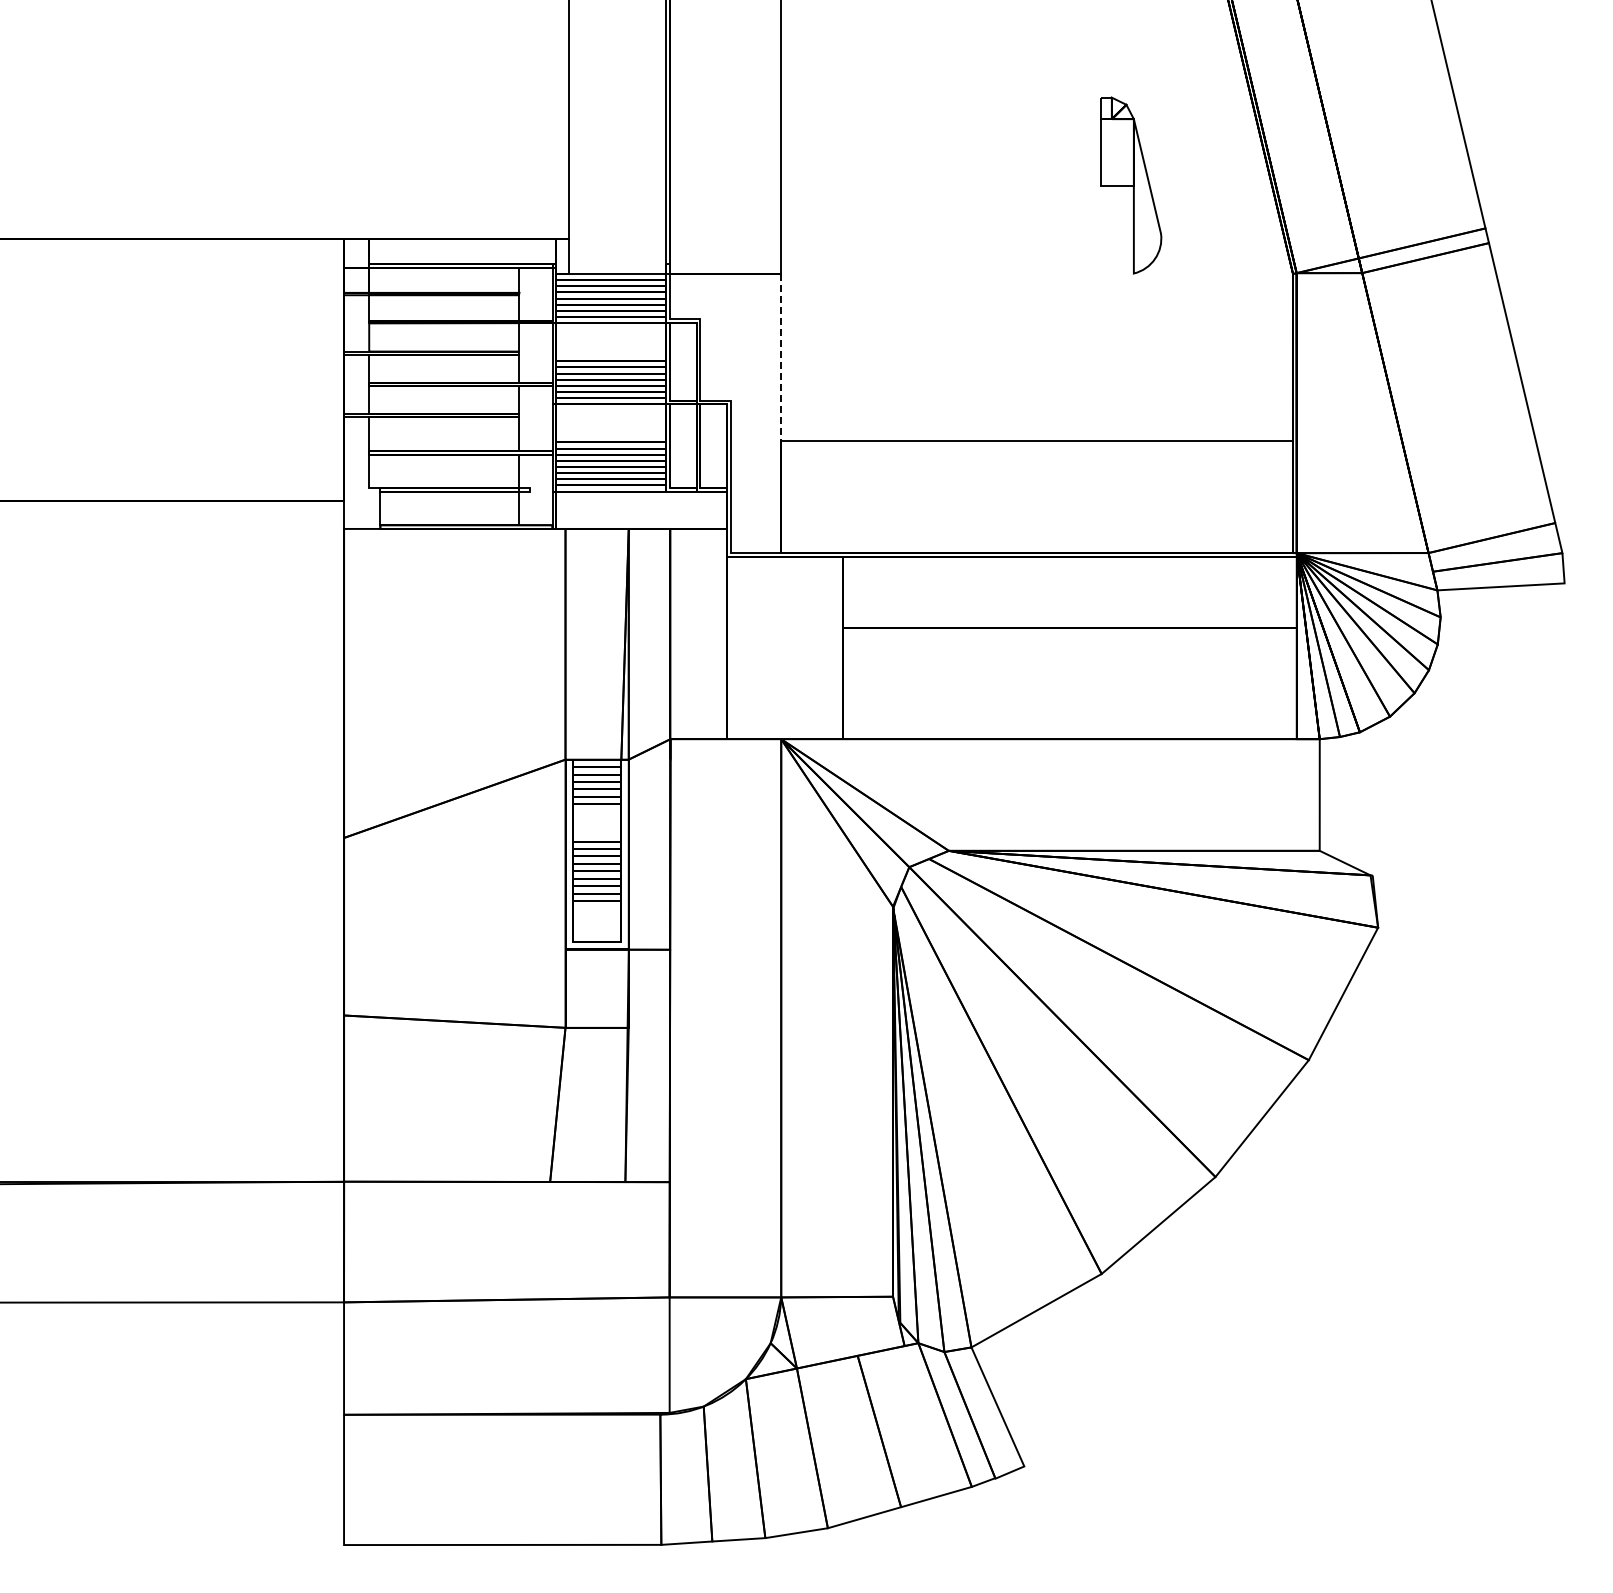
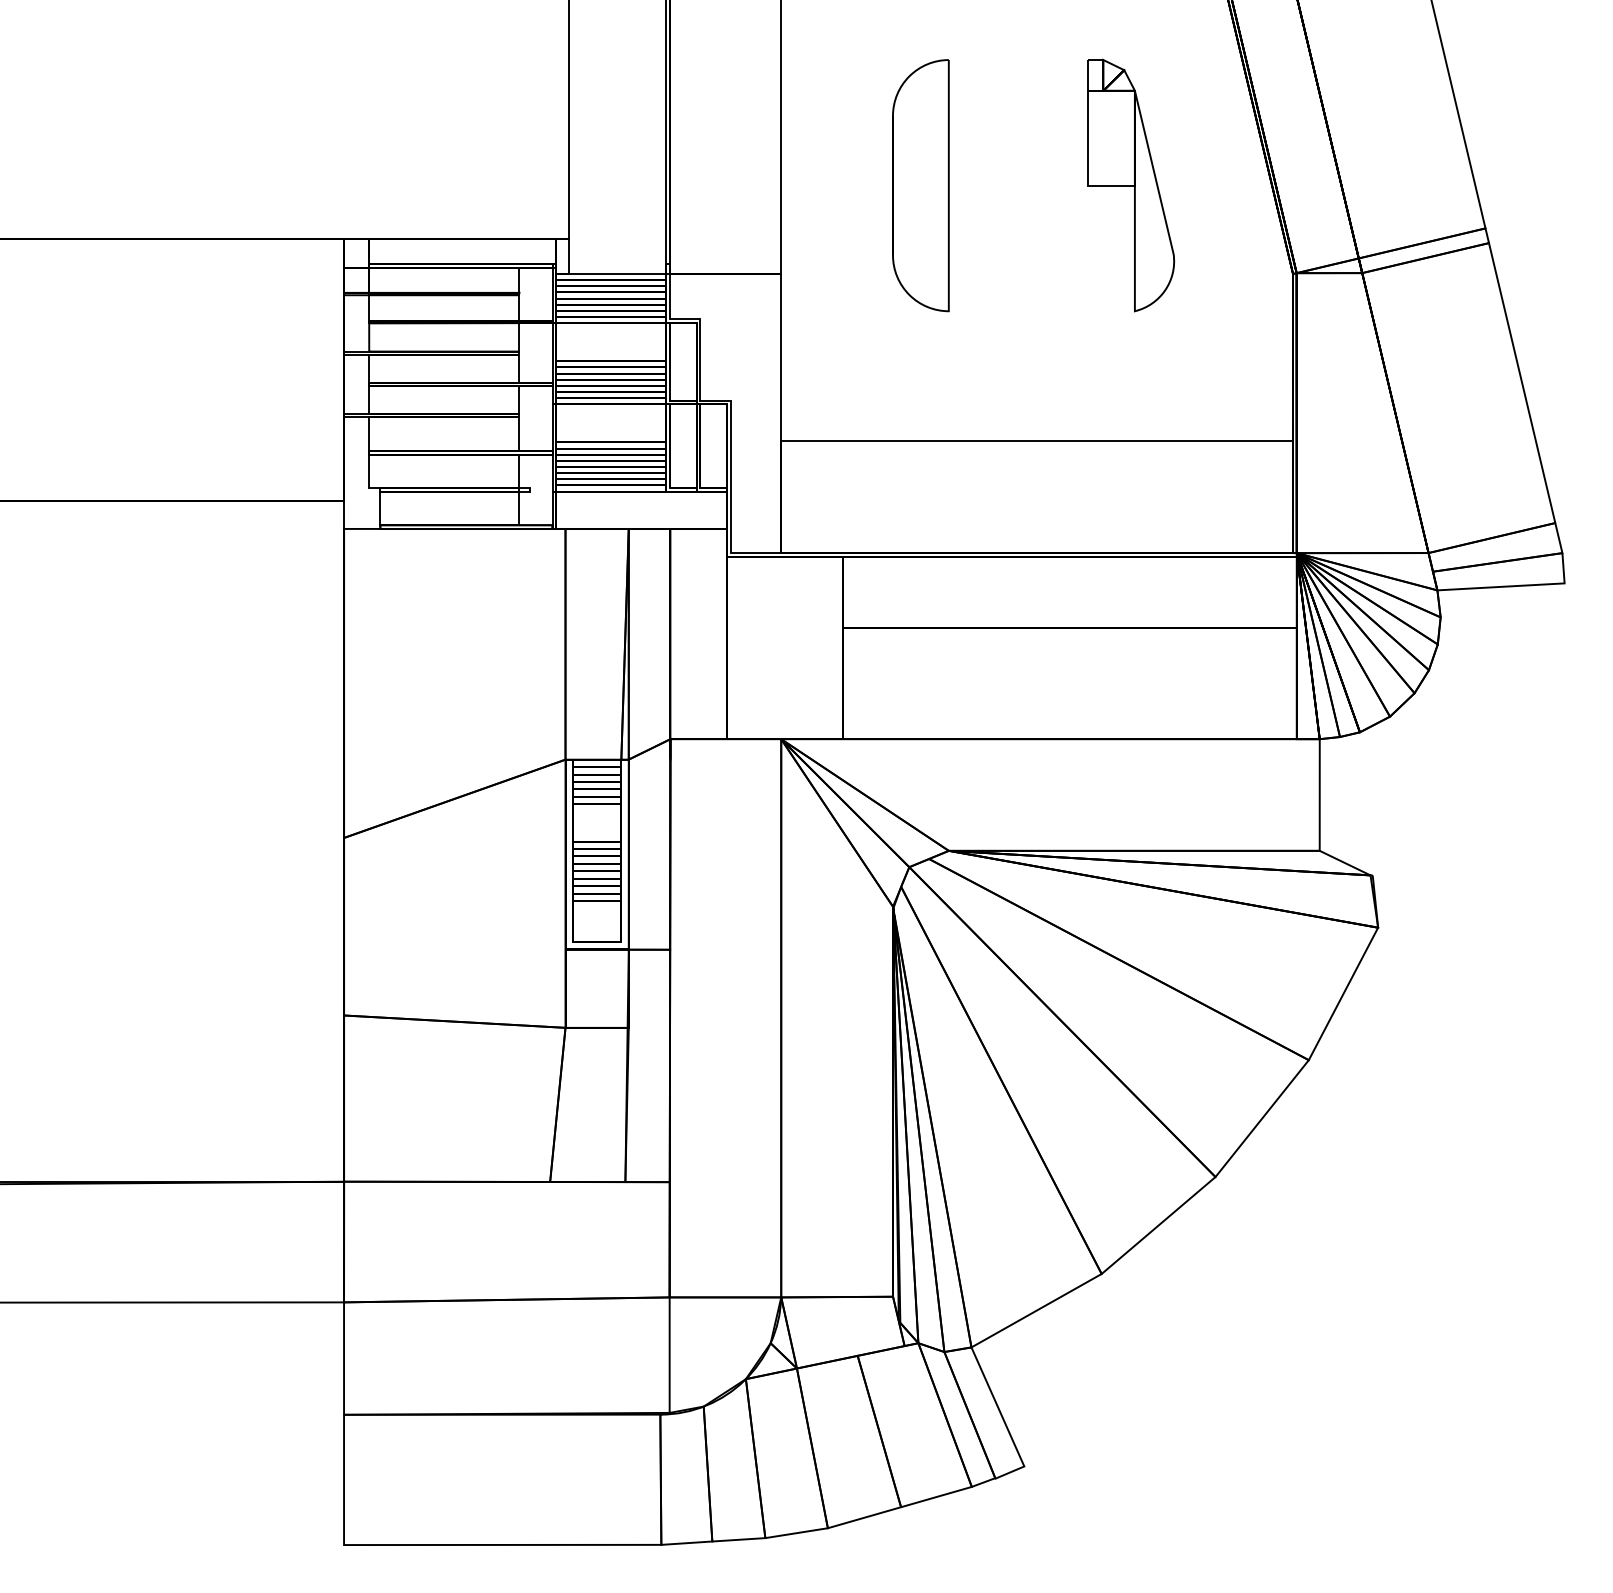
part at (920, 185): none -> present
part at (1131, 185) size: 63x179 px -> 89x255 px
line at (781, 357): dashed -> solid
